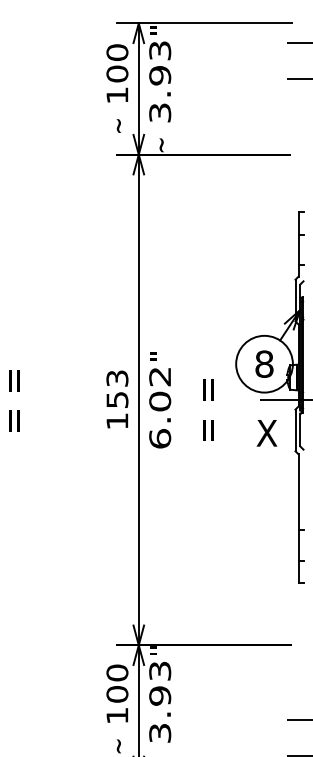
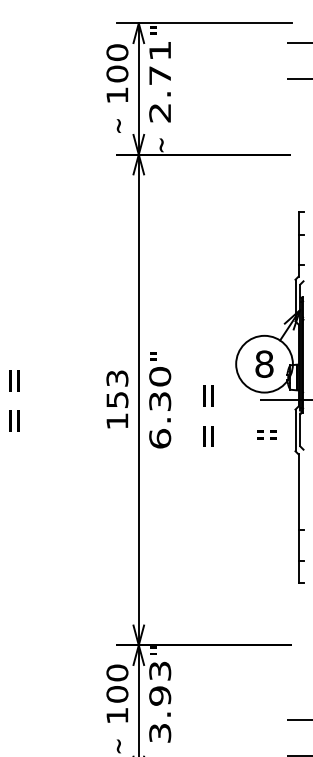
text at (160, 81): 3.93 -> 2.71
text at (160, 389): 6.02 -> 6.30
text at (208, 409) position: (208, 409) -> (208, 415)
text at (266, 433): X -> = =
